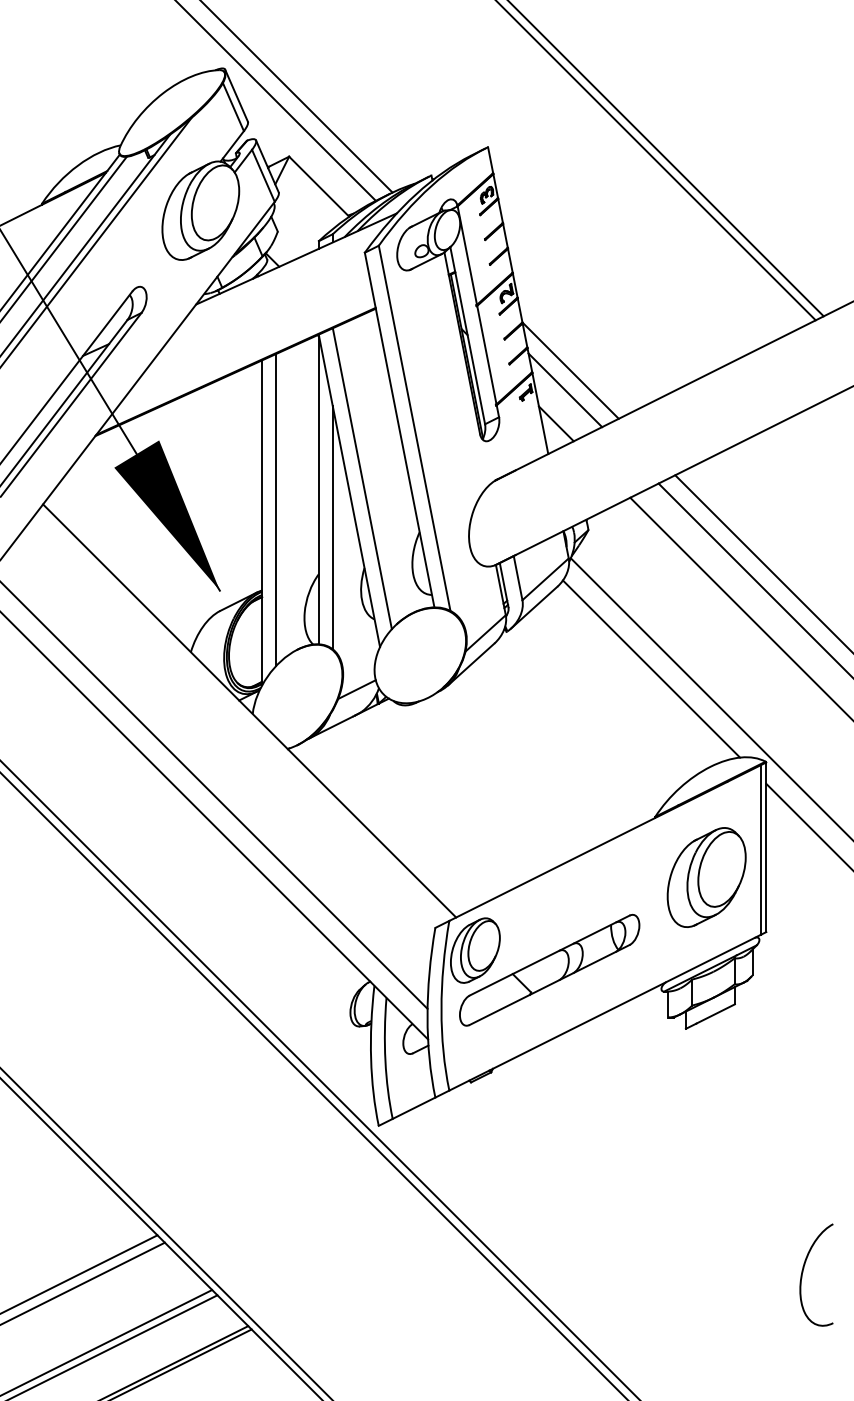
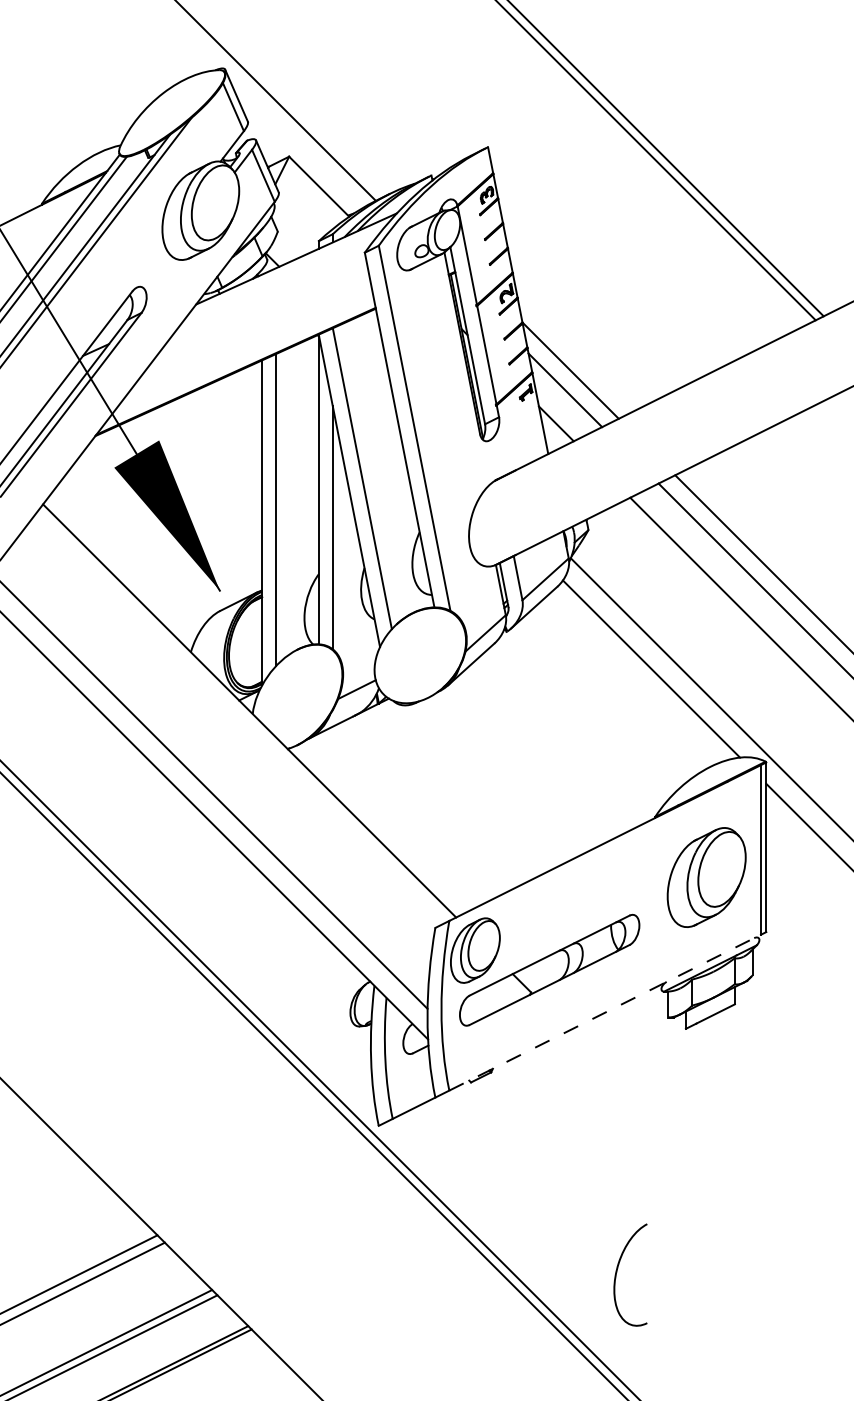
line at (297, 97): present -> none
line at (605, 1012): solid -> dashed
line at (166, 1233): present -> none
curve at (803, 1272) position: (803, 1272) -> (617, 1272)
